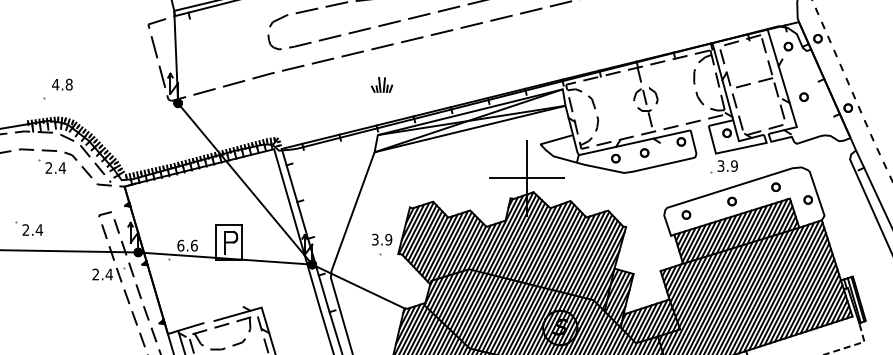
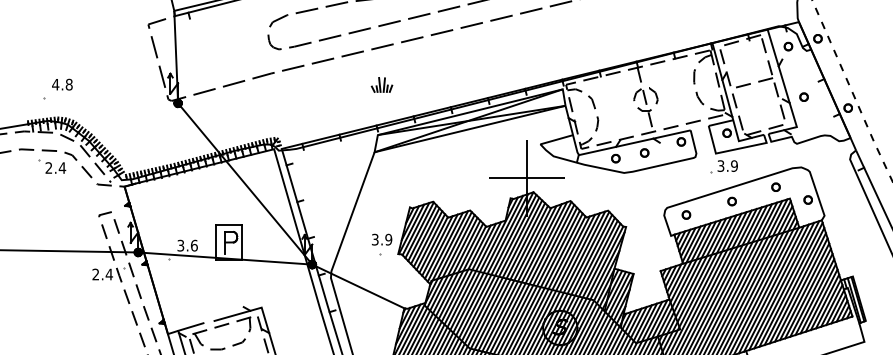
part at (29, 228): present -> none
text at (180, 245): 6.6 -> 3.6
line at (852, 345): dashed -> solid
